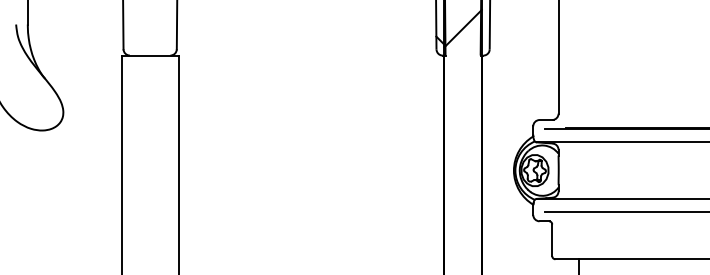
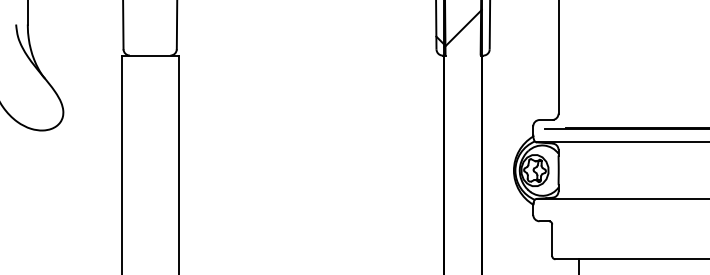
line at (625, 211): present -> none
